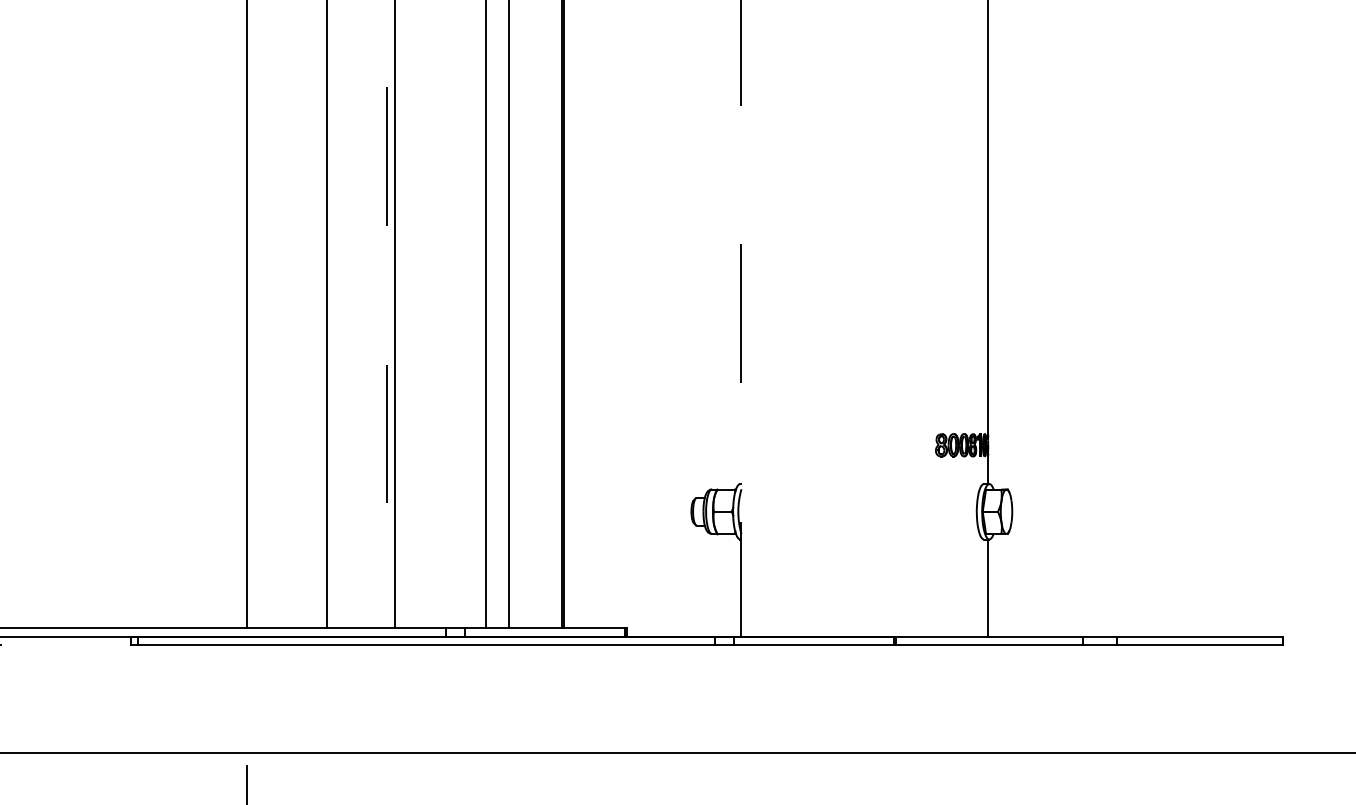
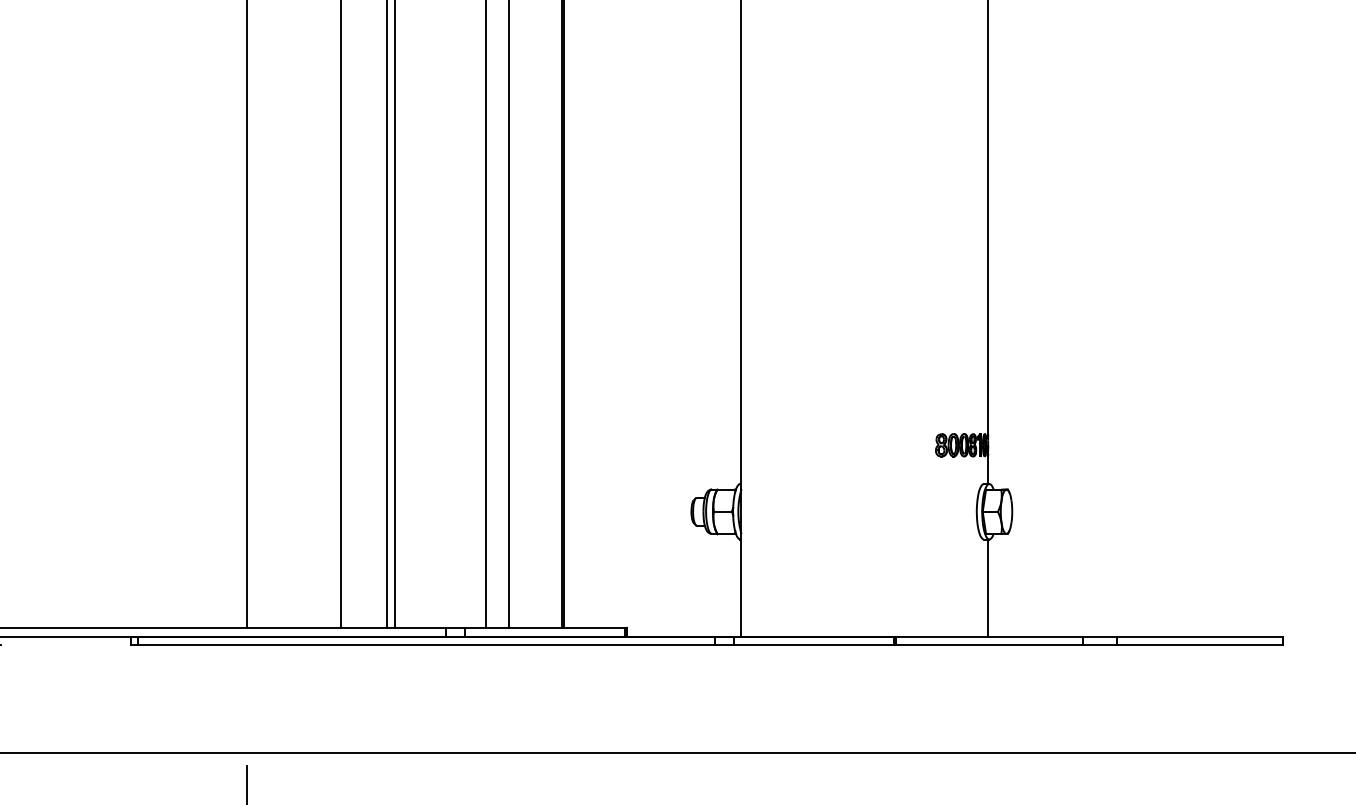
line at (386, 314): dashed -> solid
line at (326, 315) position: (326, 315) -> (340, 315)
line at (741, 318): dashed -> solid
